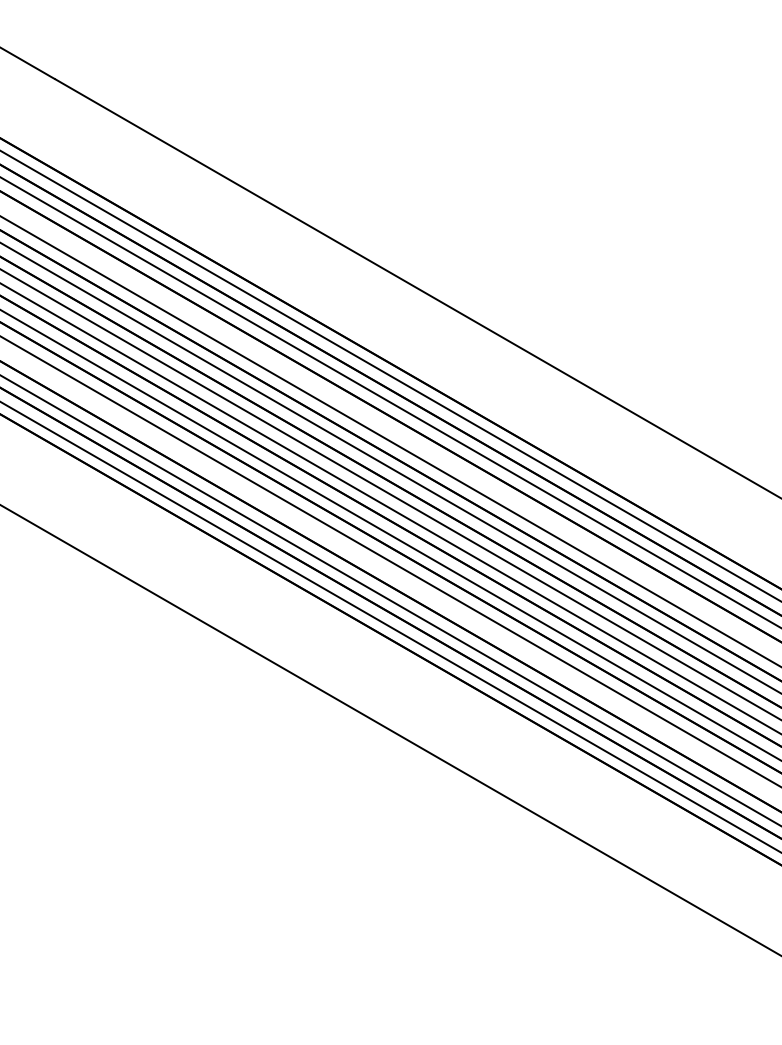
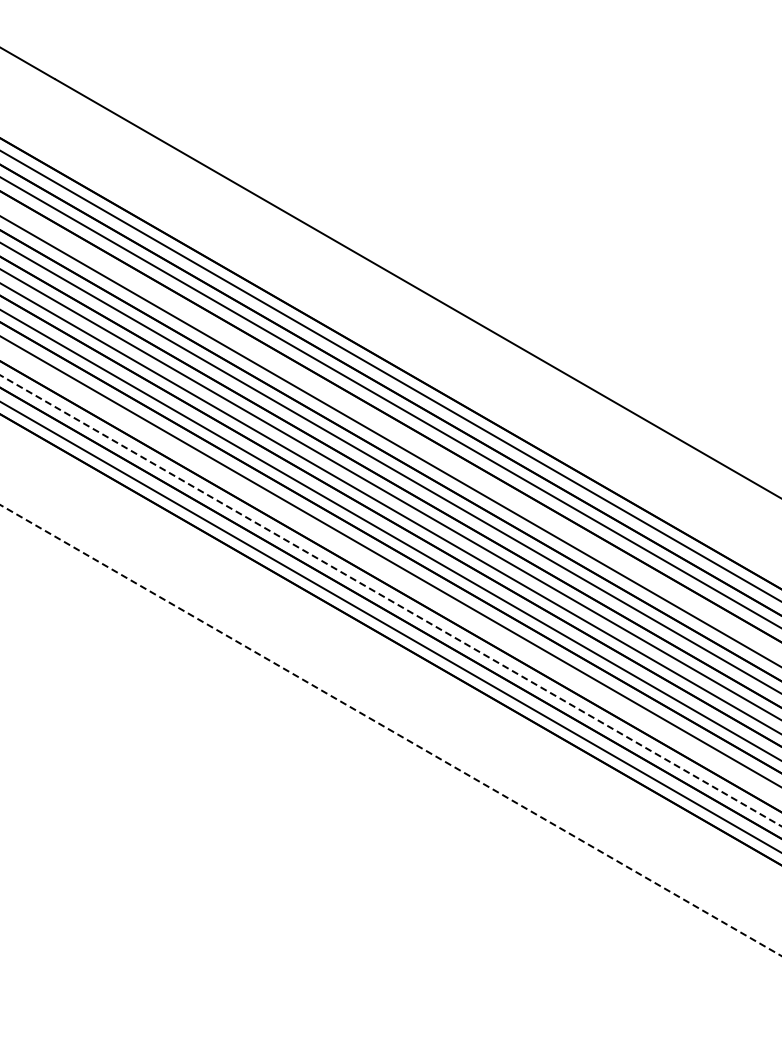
line at (391, 601): solid -> dashed
line at (390, 730): solid -> dashed
